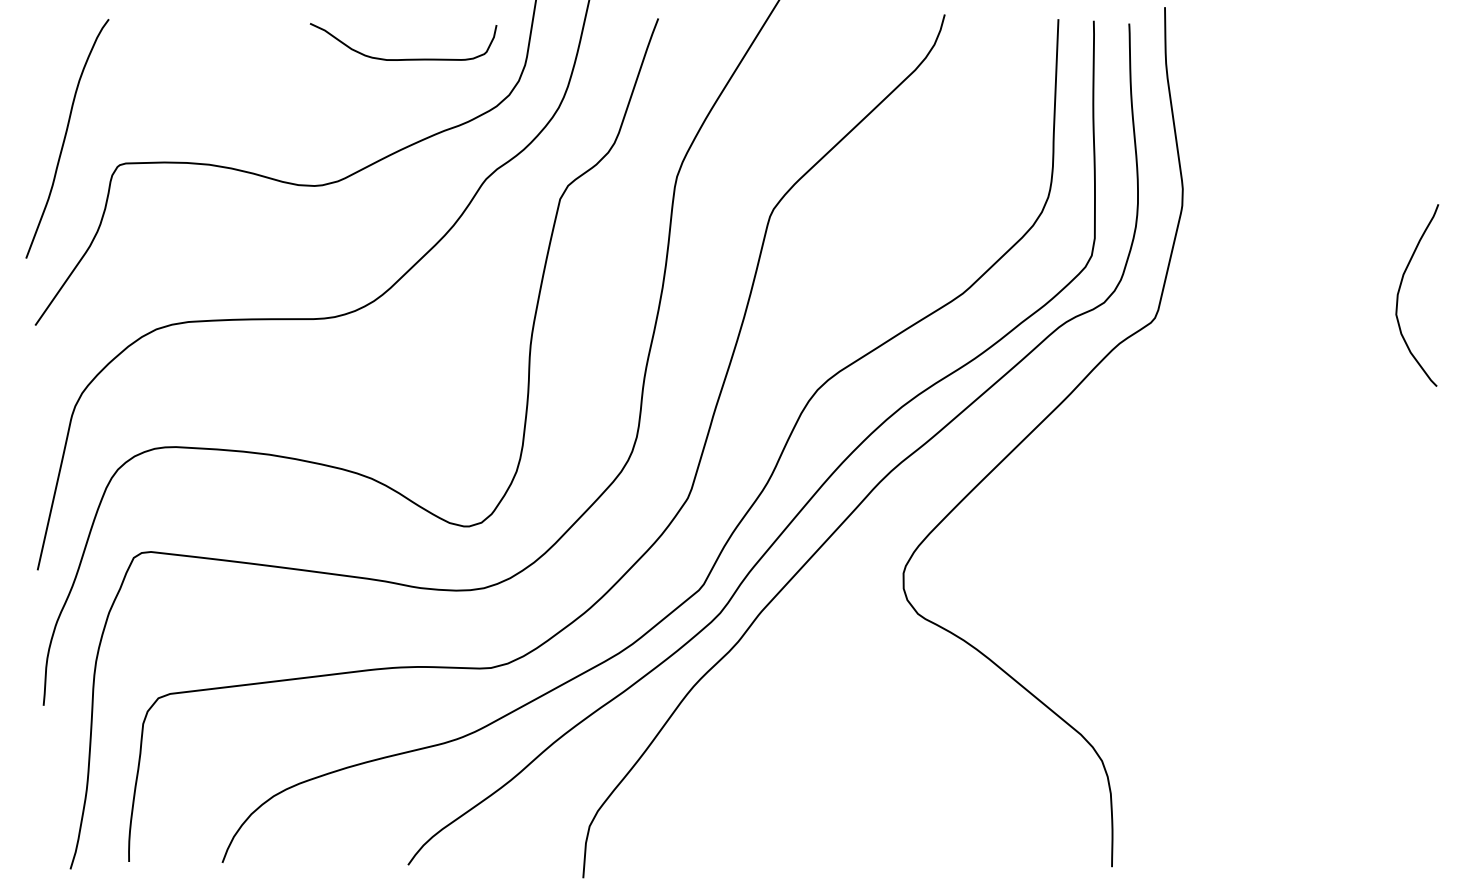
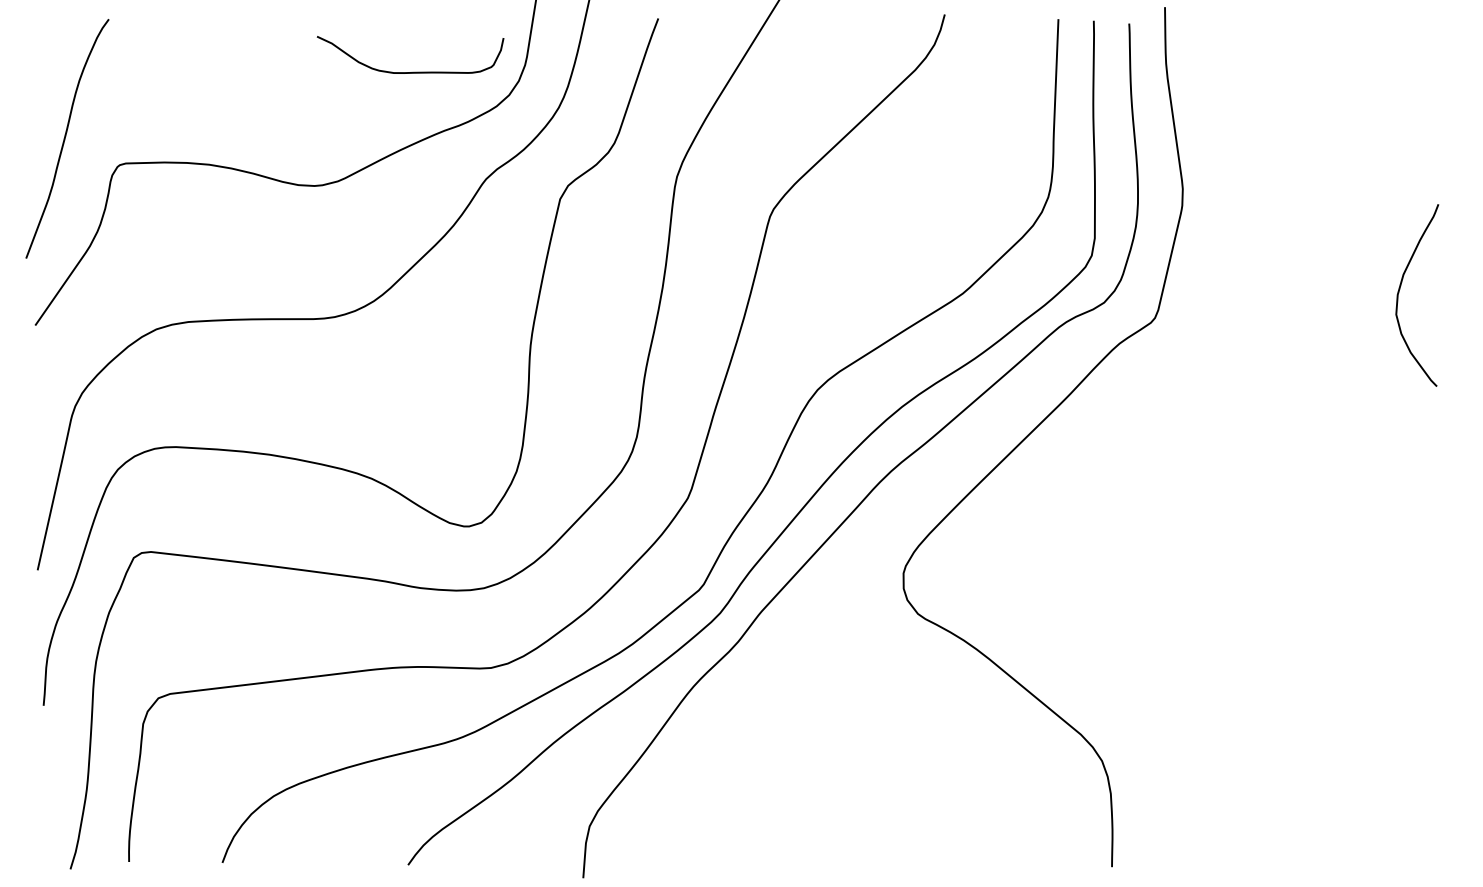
curve at (405, 58) position: (405, 58) -> (412, 71)
